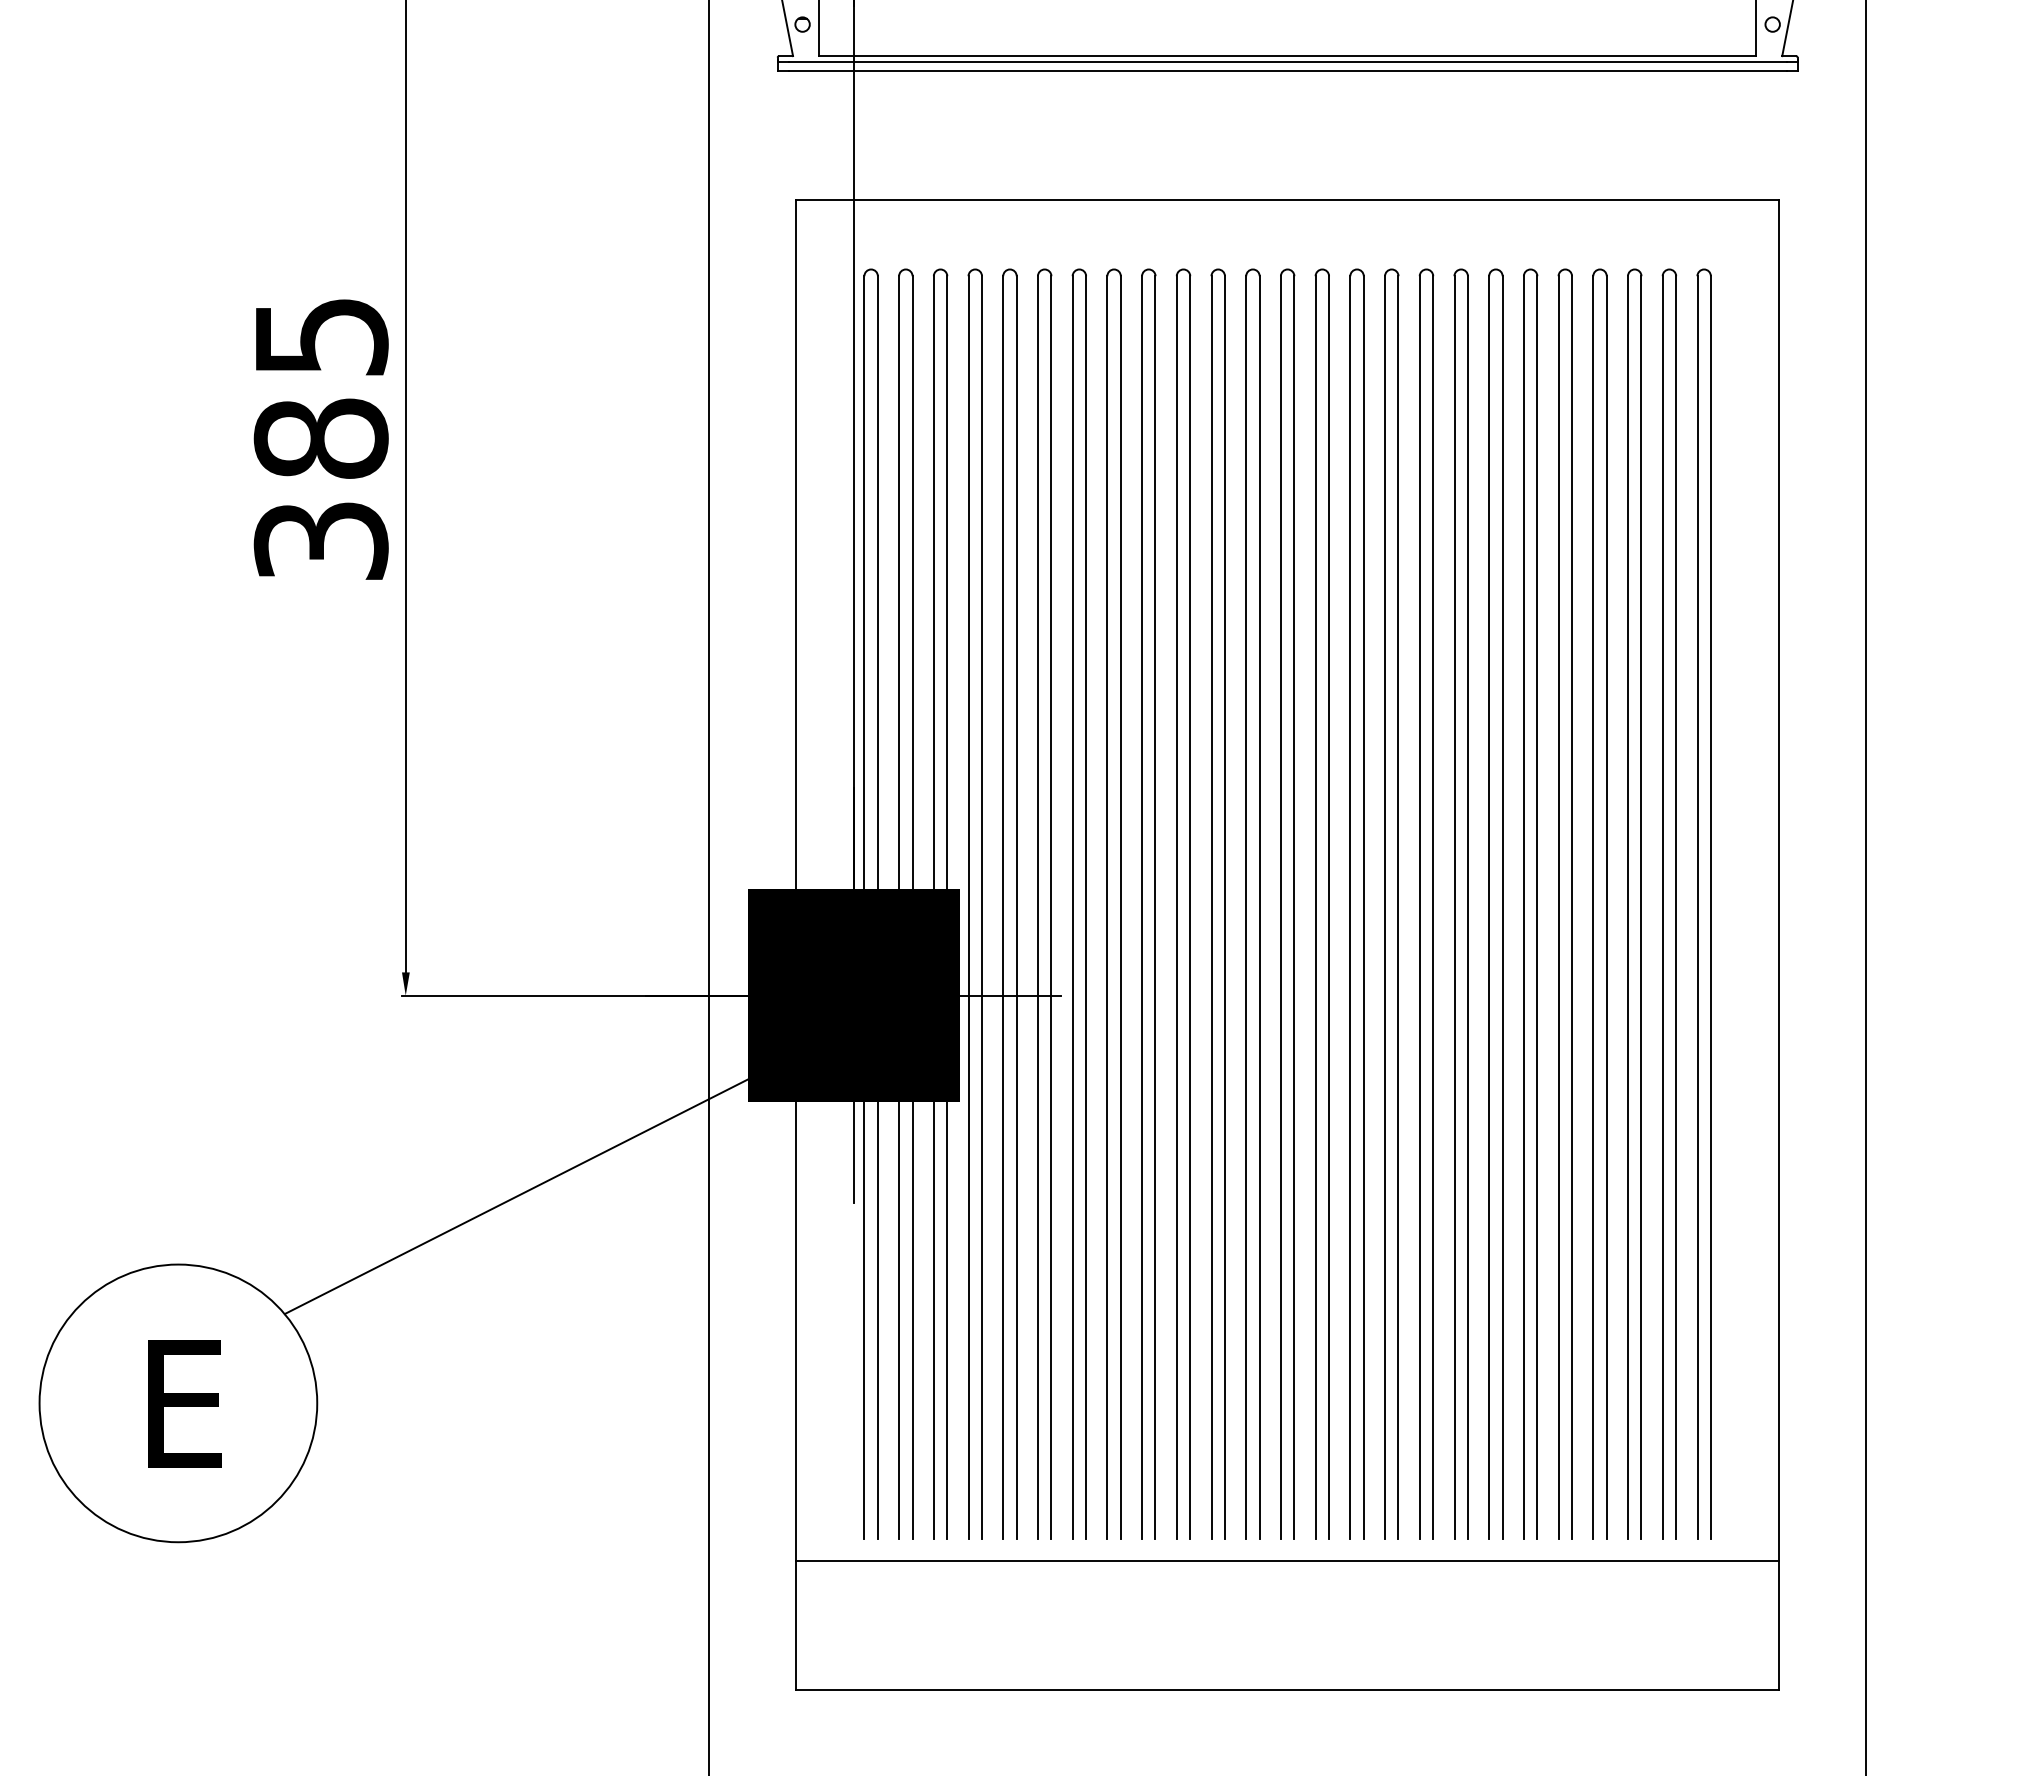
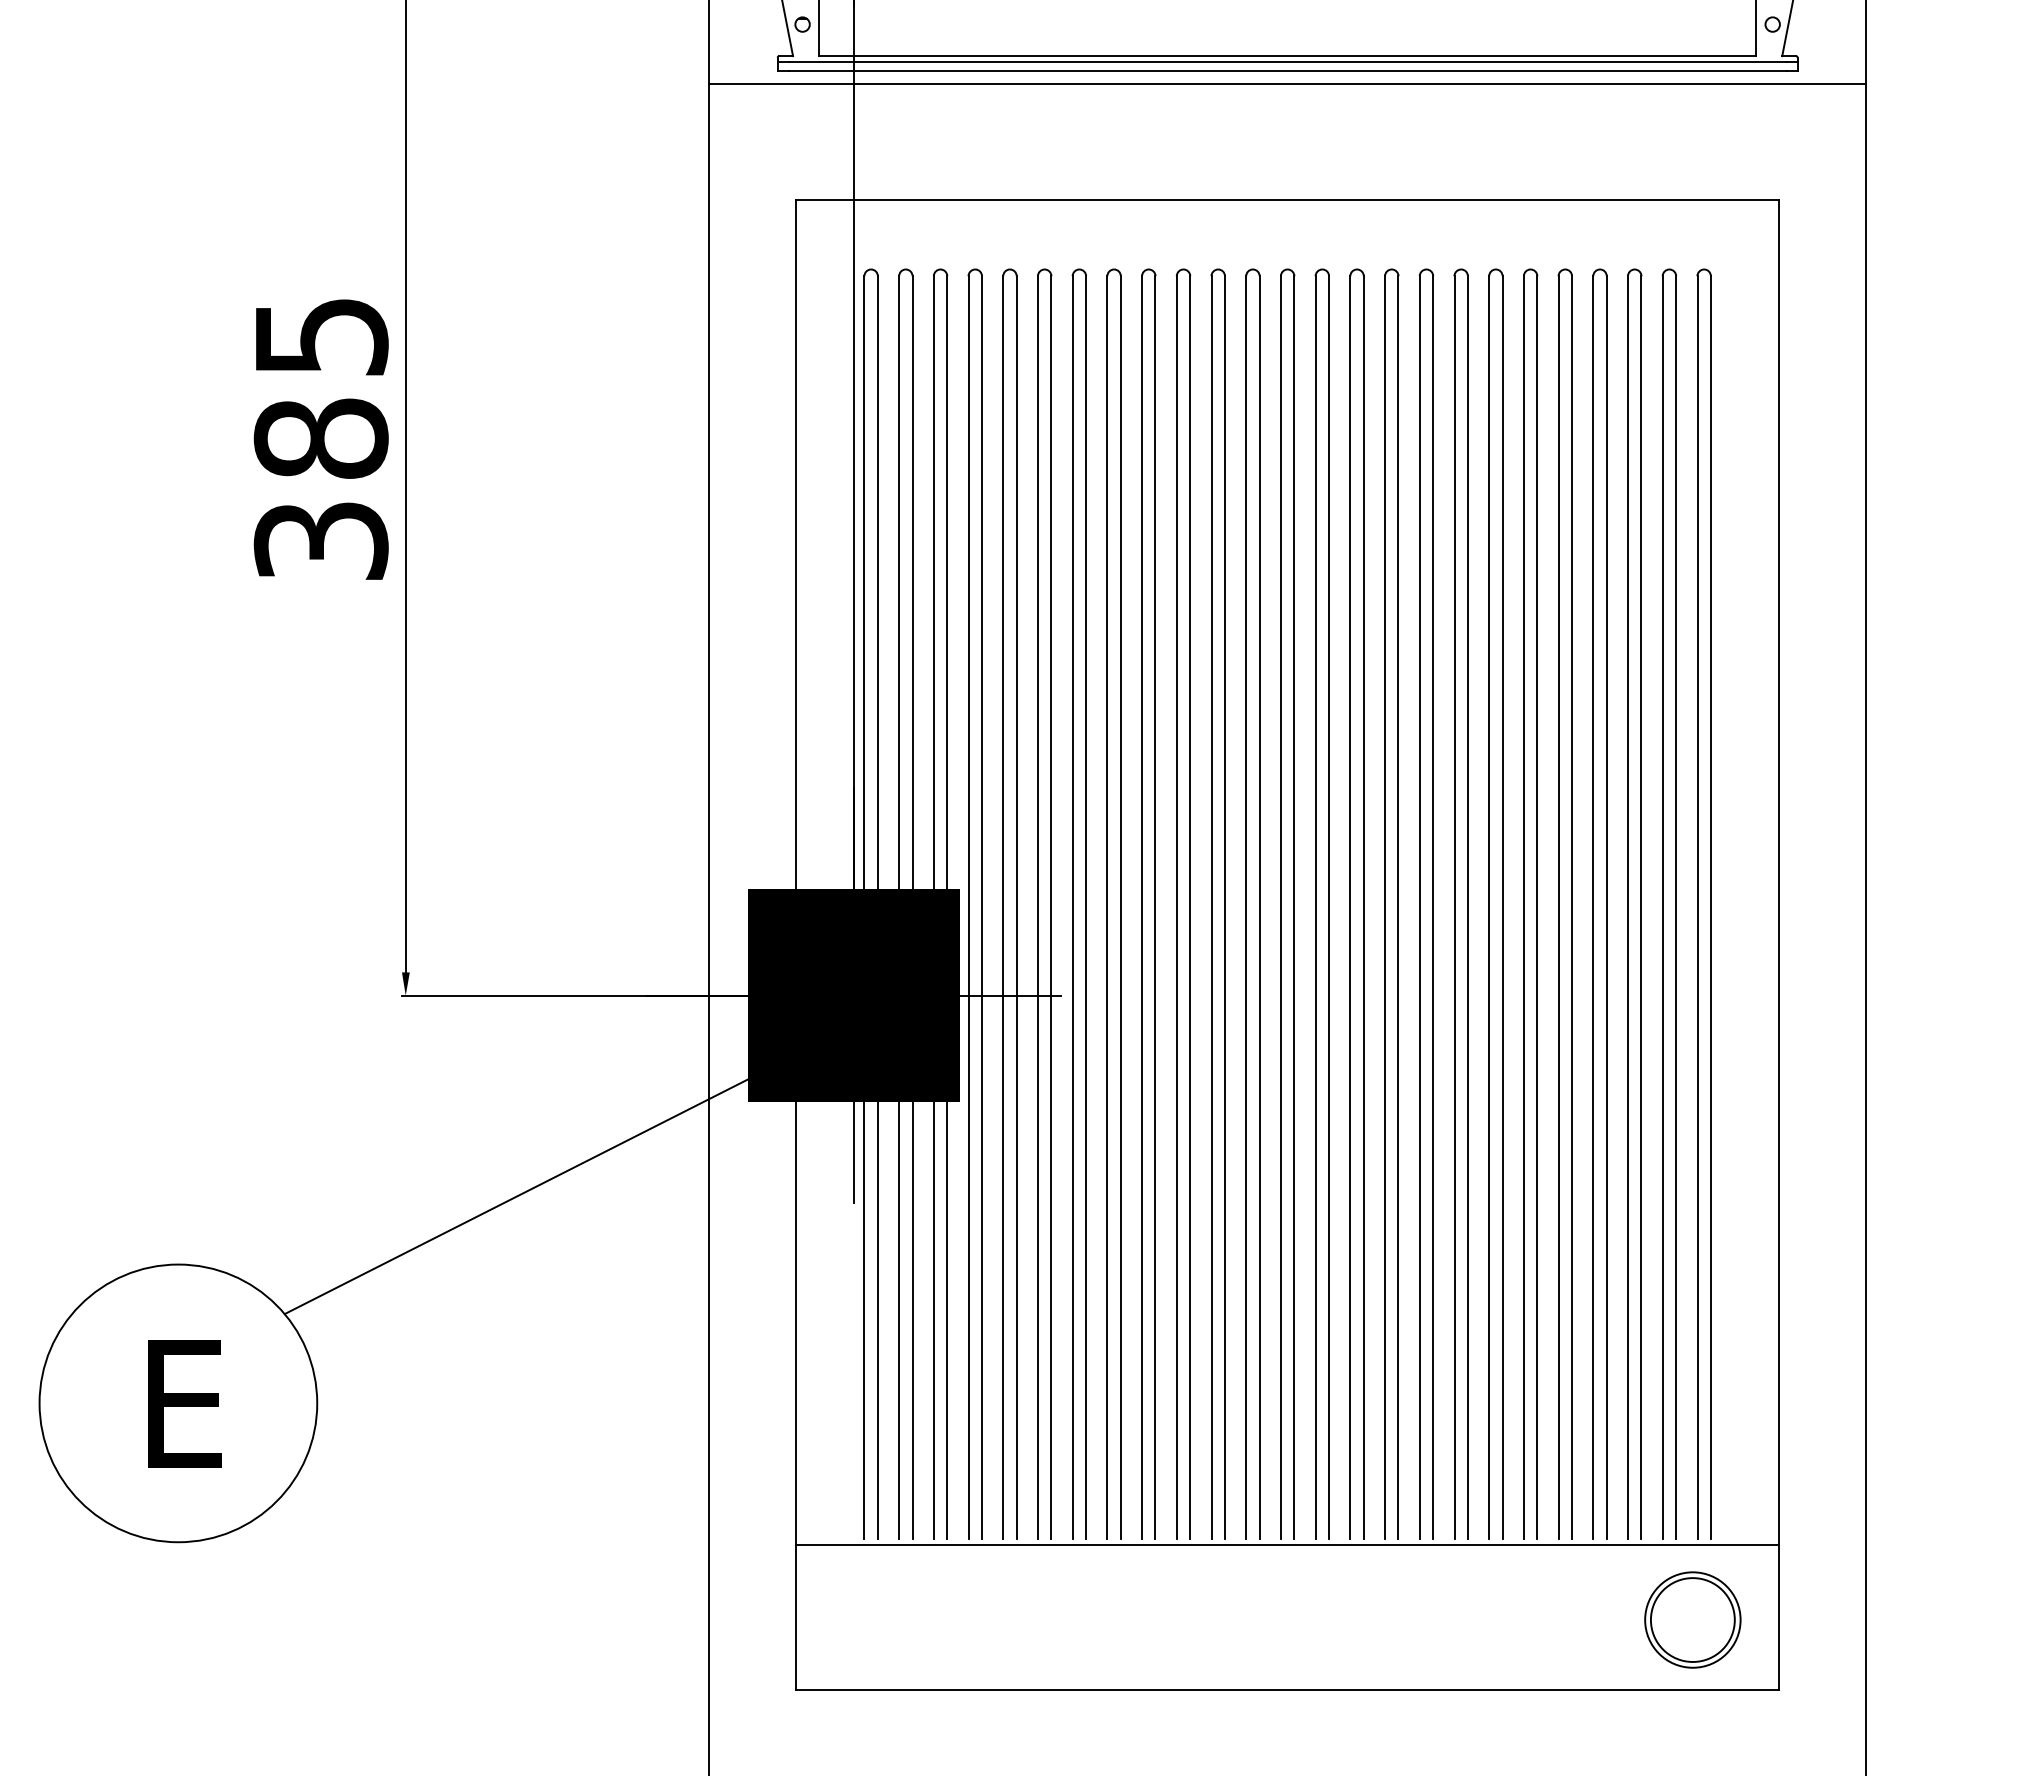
line at (1287, 84): none -> present
line at (1287, 1561) position: (1287, 1561) -> (1287, 1545)
part at (1692, 1619): none -> present
